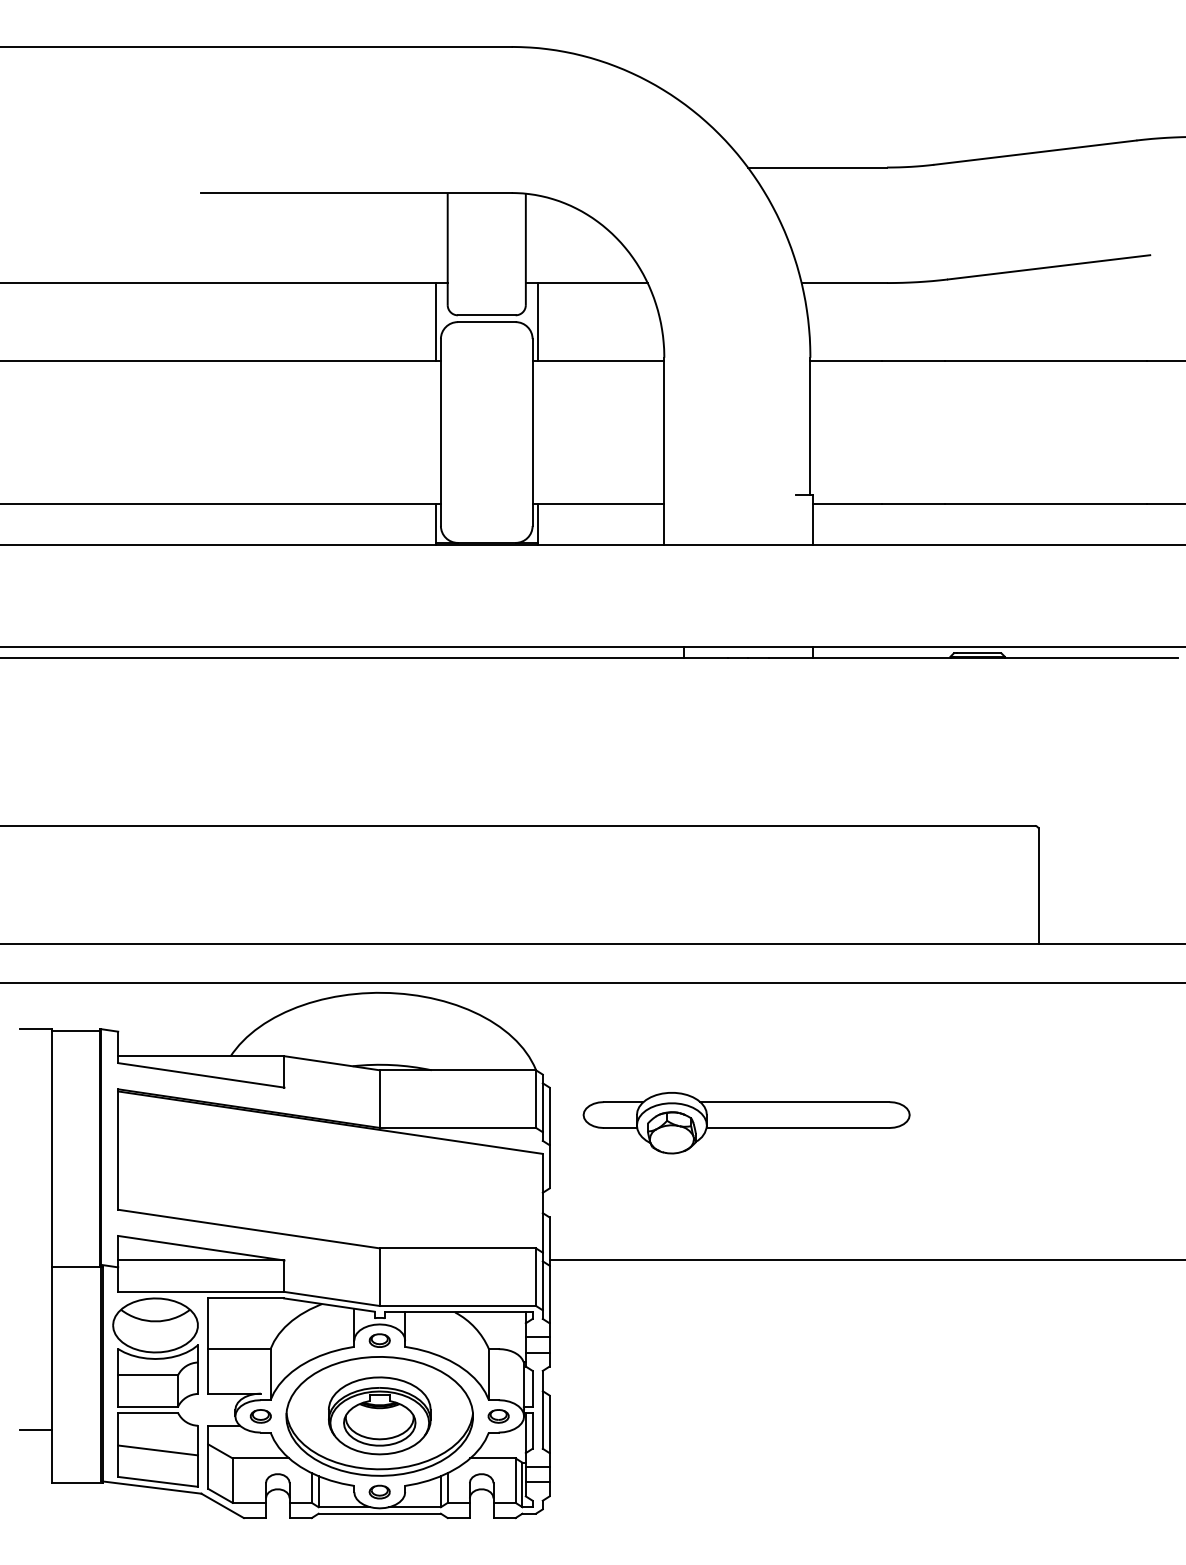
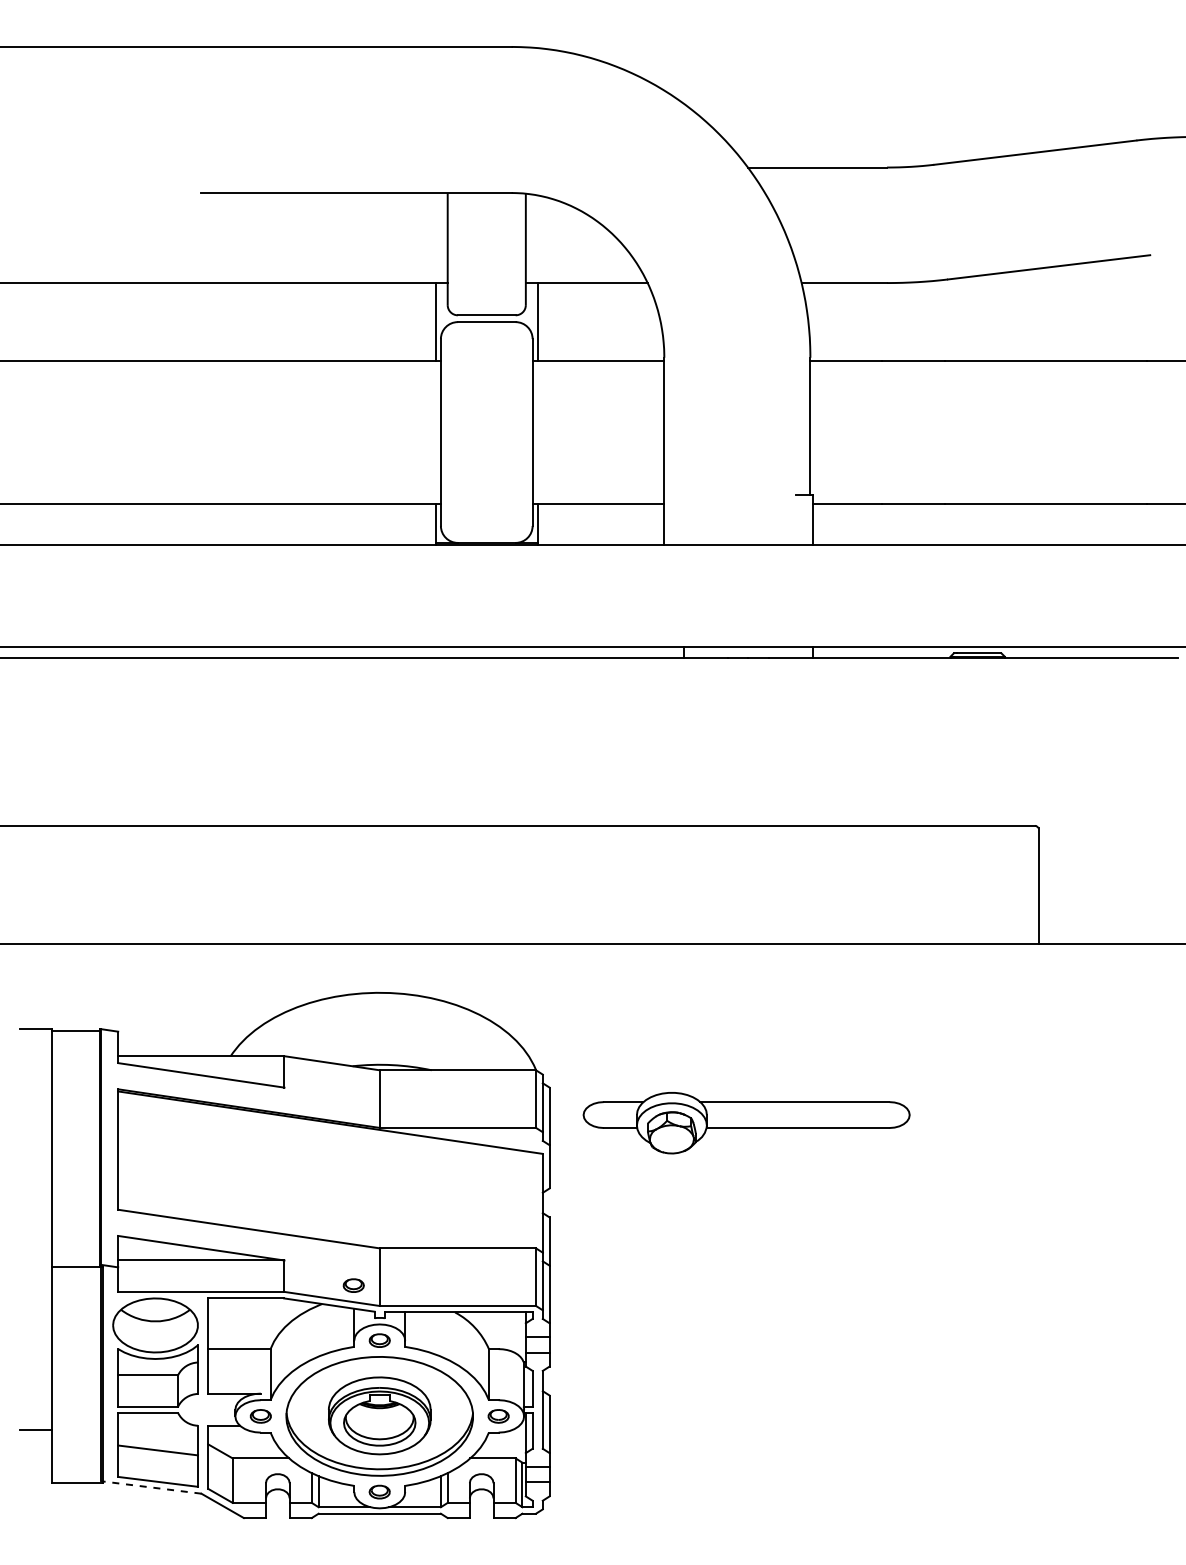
line at (592, 983): present -> none
line at (865, 1260): present -> none
part at (353, 1285): none -> present
line at (150, 1487): solid -> dashed
